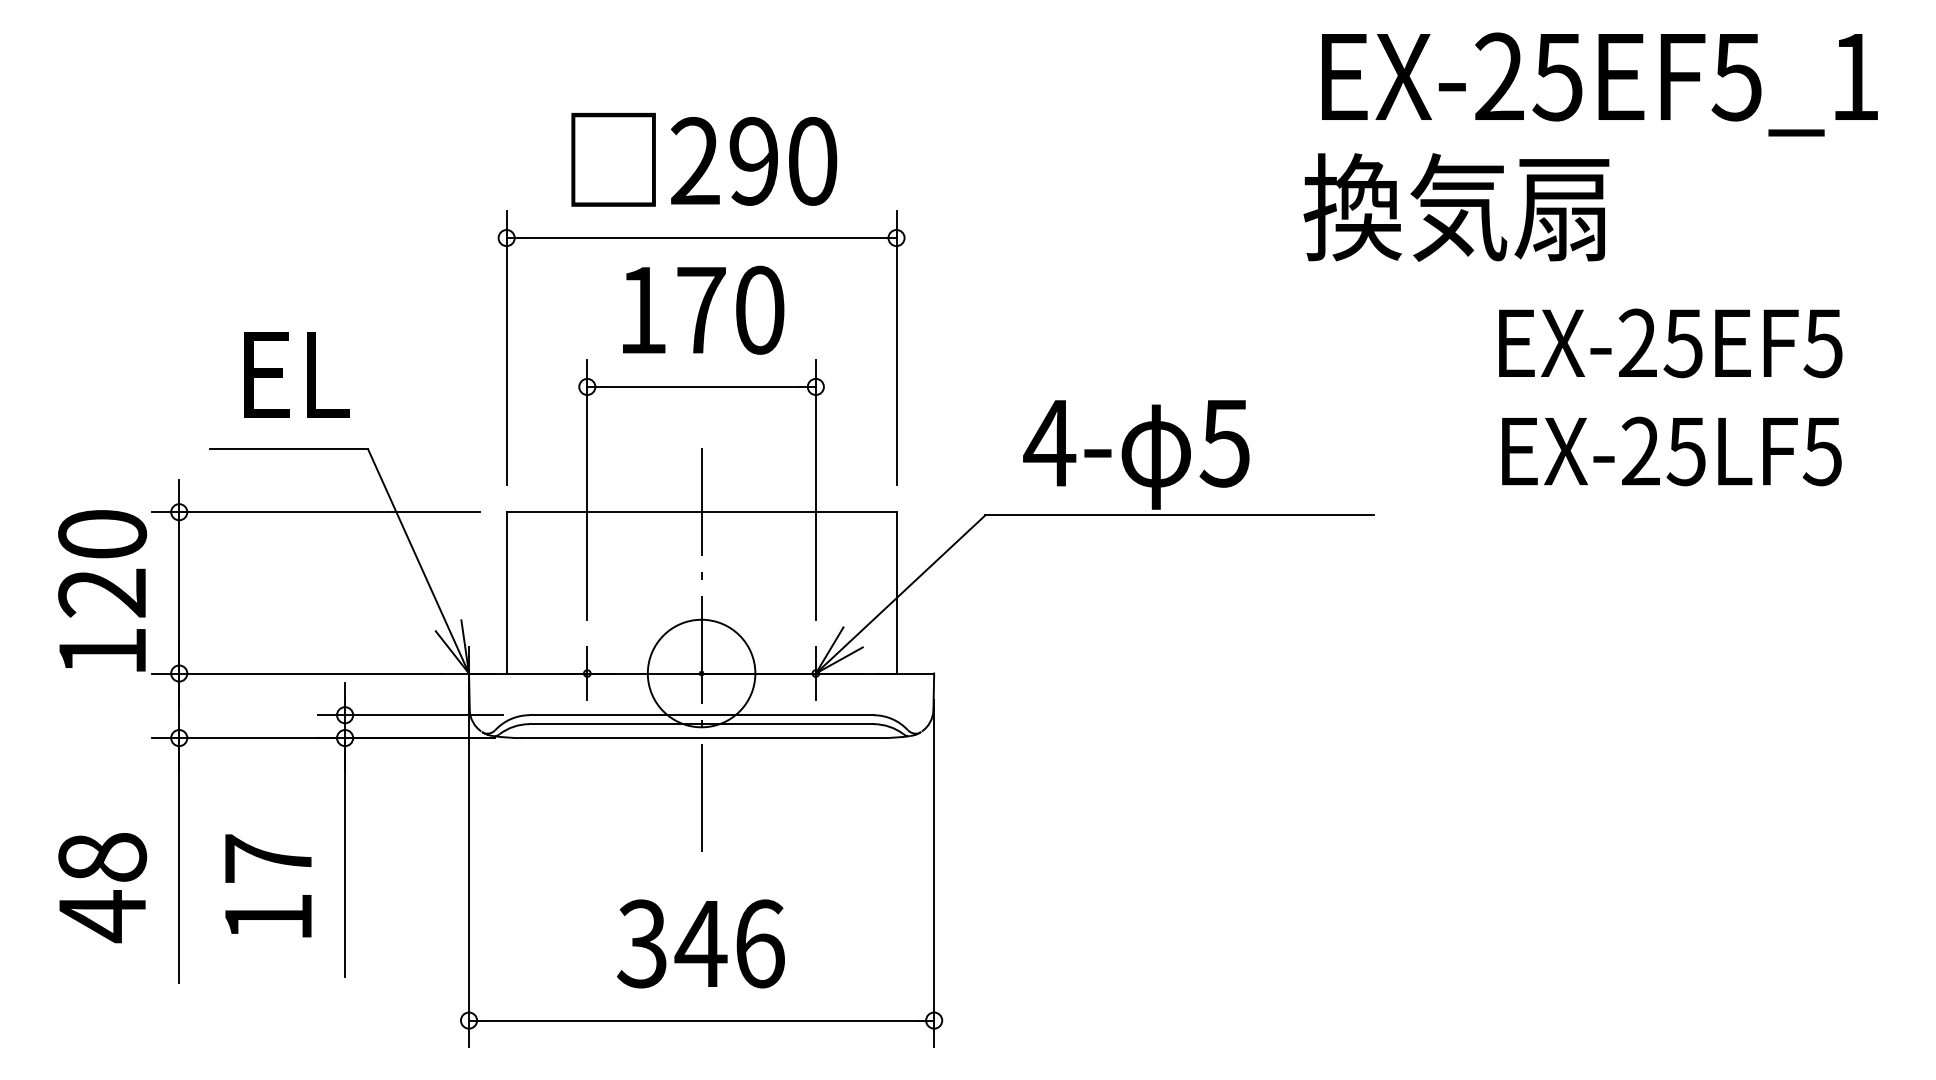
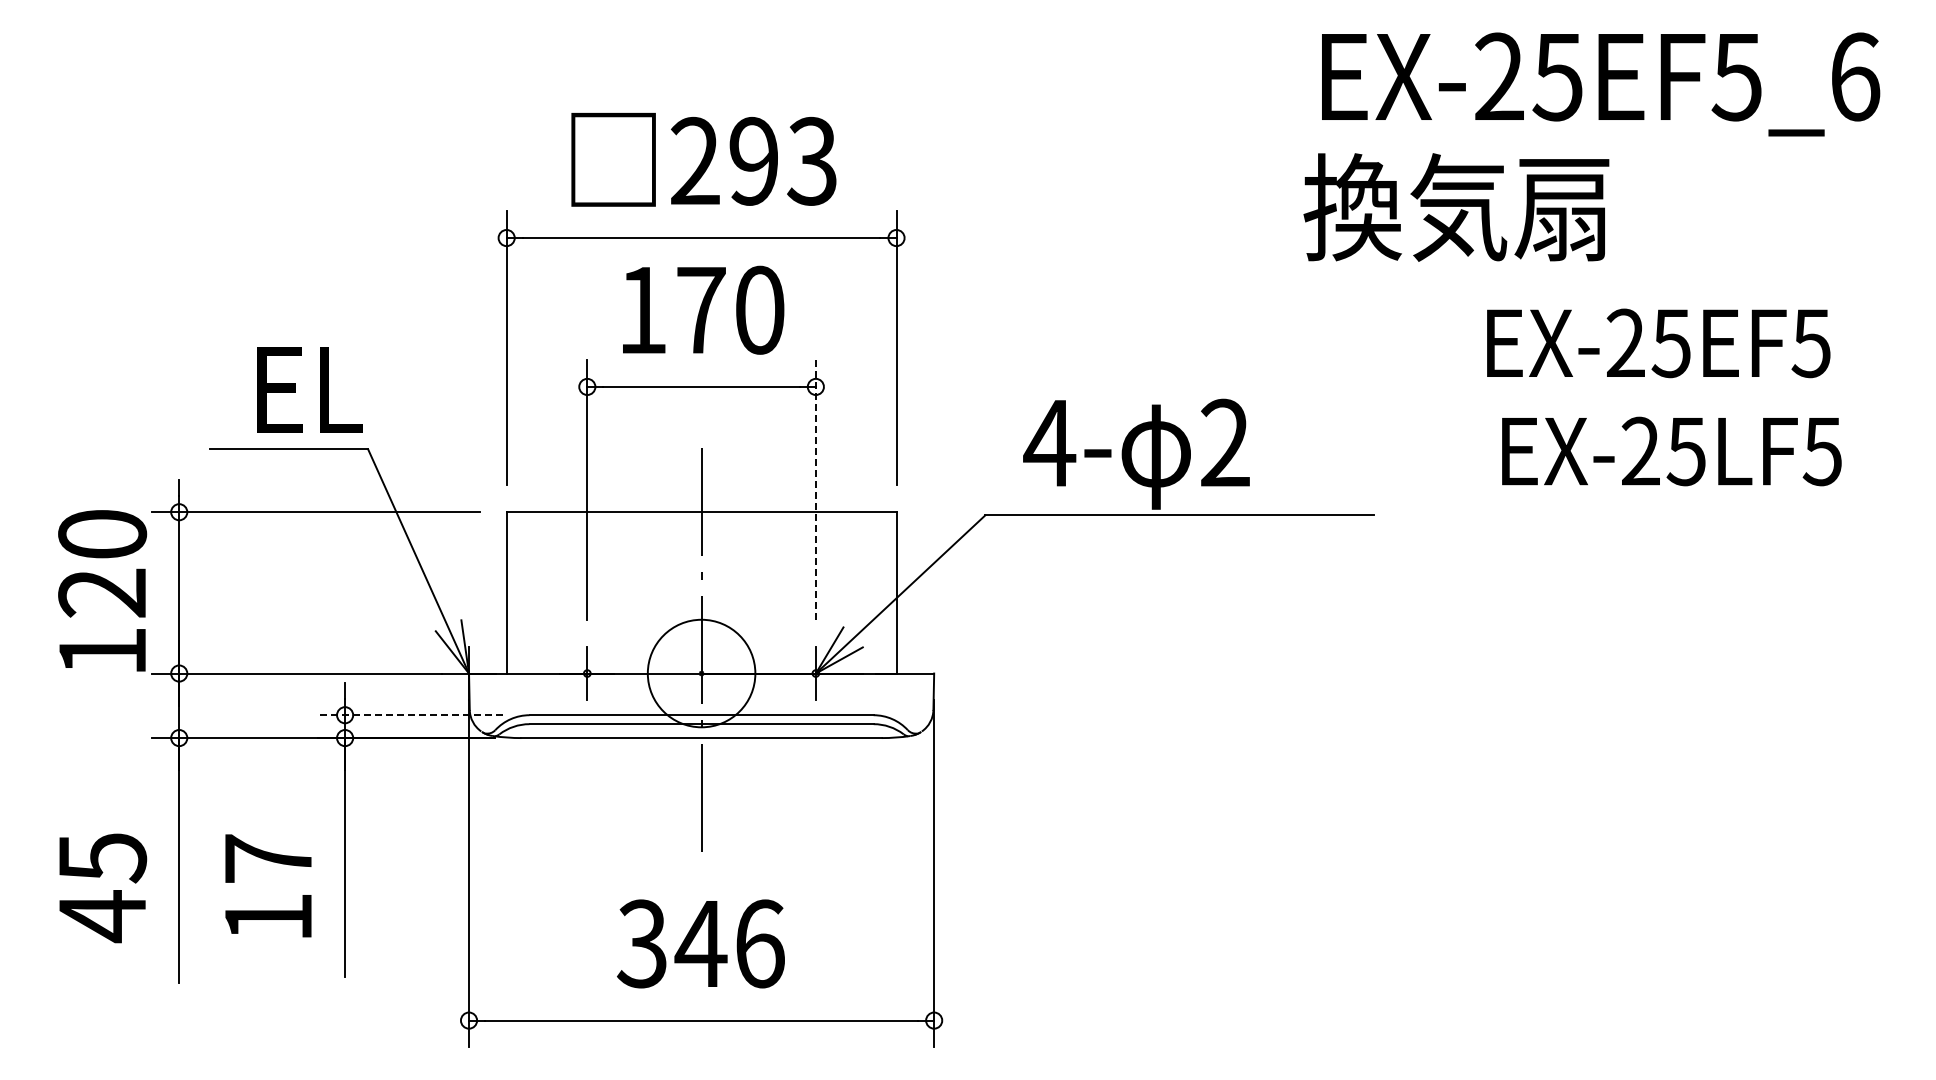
text at (1856, 76): EX-25EF5_1 -> EX-25EF5_6
text at (812, 160): 290 -> 293
text at (1670, 343) position: (1670, 343) -> (1658, 343)
text at (296, 374) position: (296, 374) -> (309, 389)
text at (1224, 442): 5 -> 2
line at (815, 489): solid -> dashed
line at (409, 715): solid -> dashed
text at (102, 858): 48 -> 45
